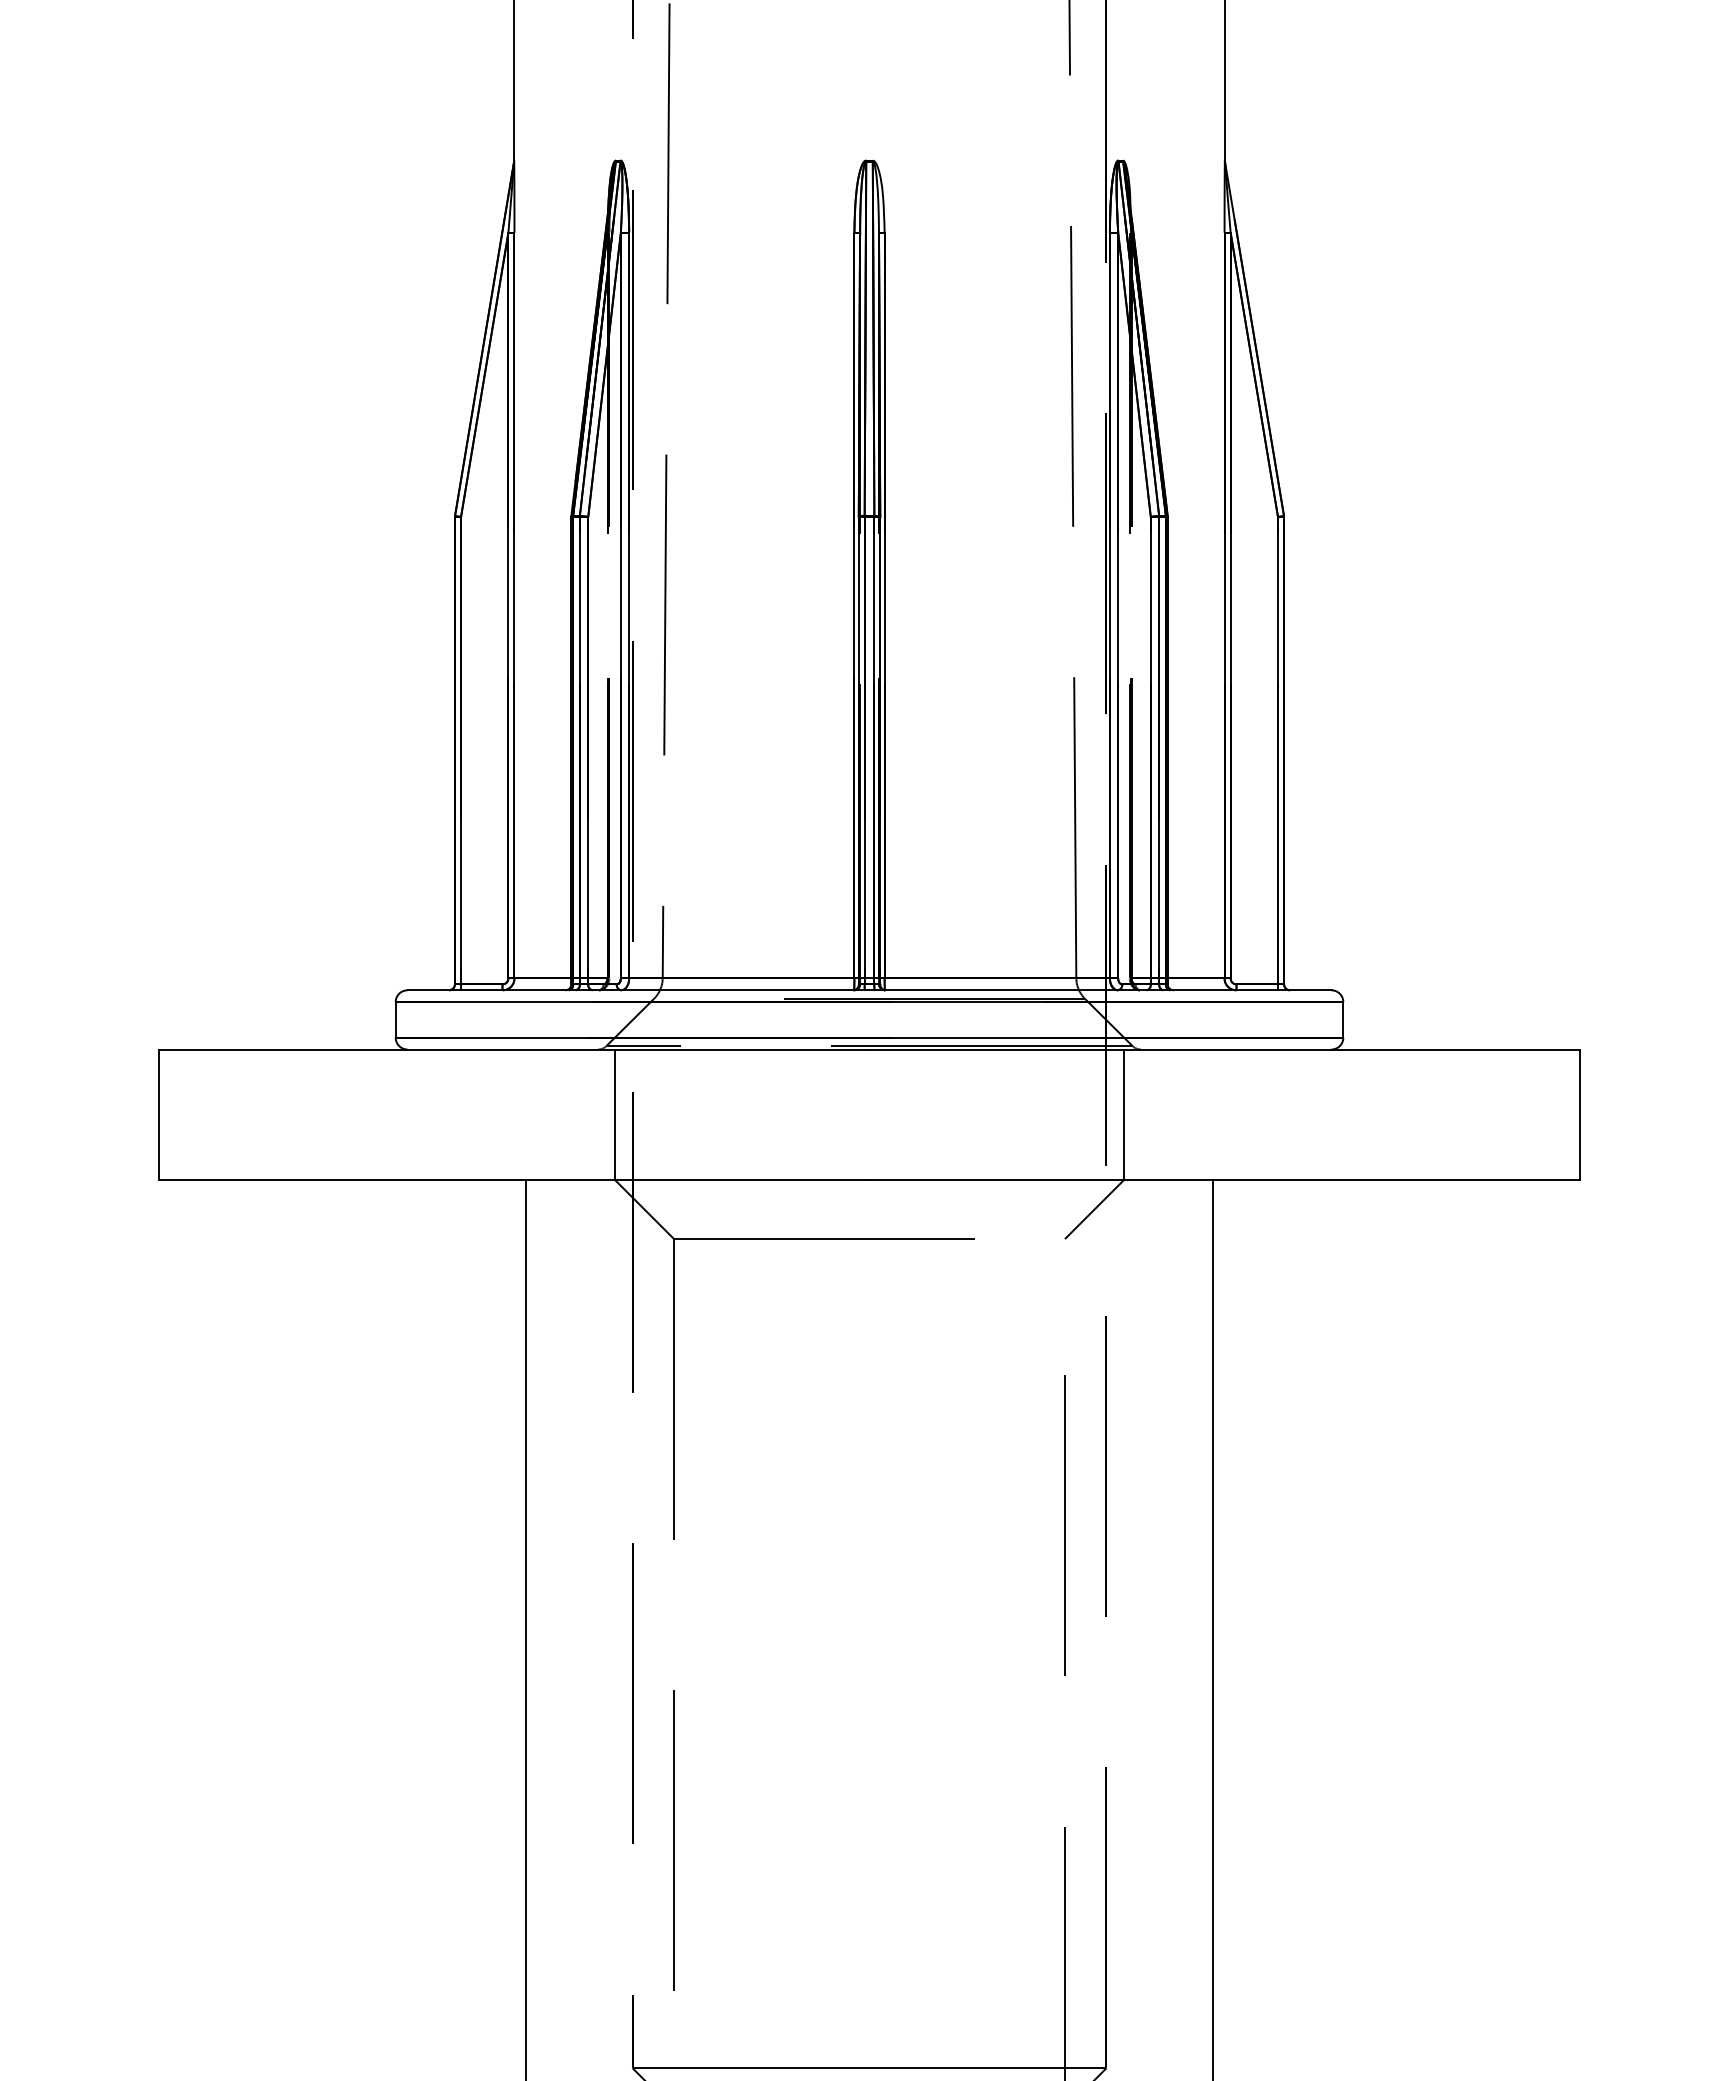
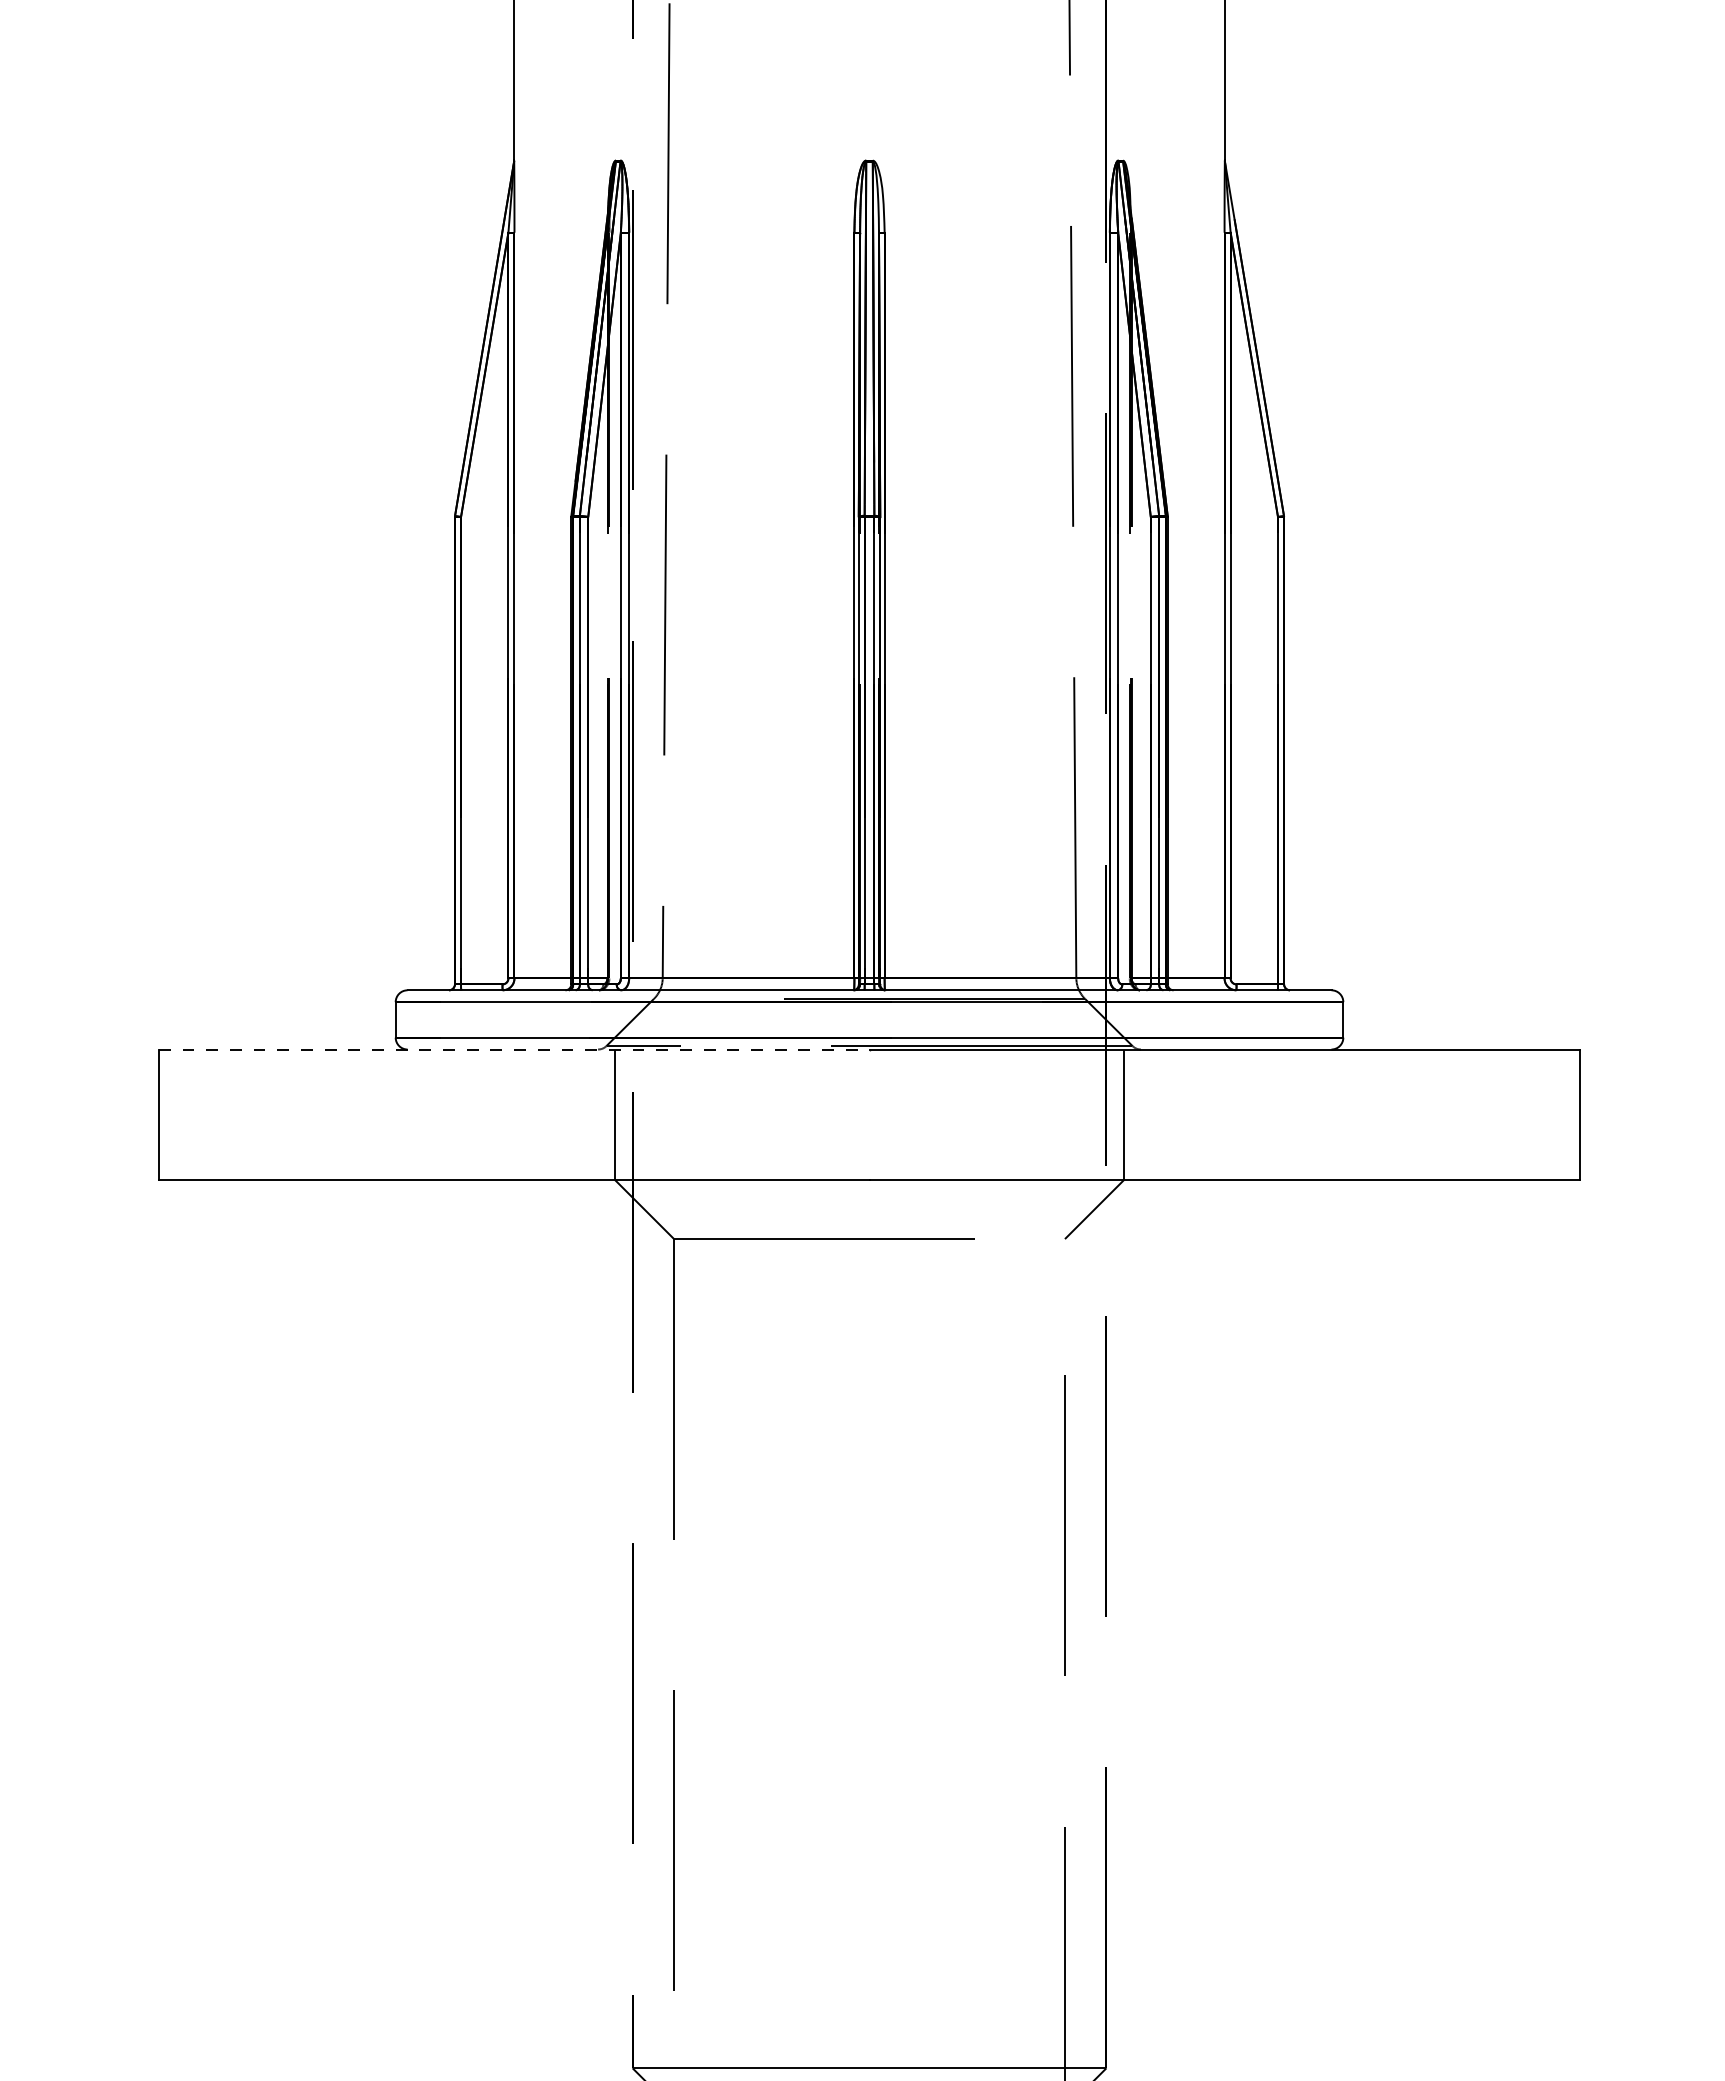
line at (514, 1049): solid -> dashed
line at (526, 1628): present -> none
line at (1213, 1628): present -> none
